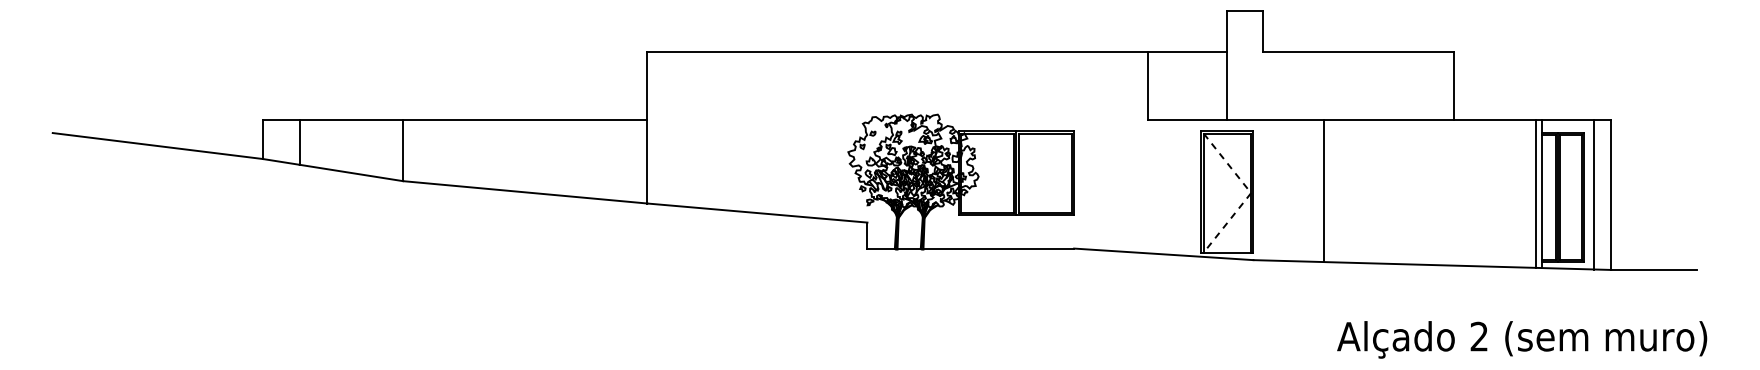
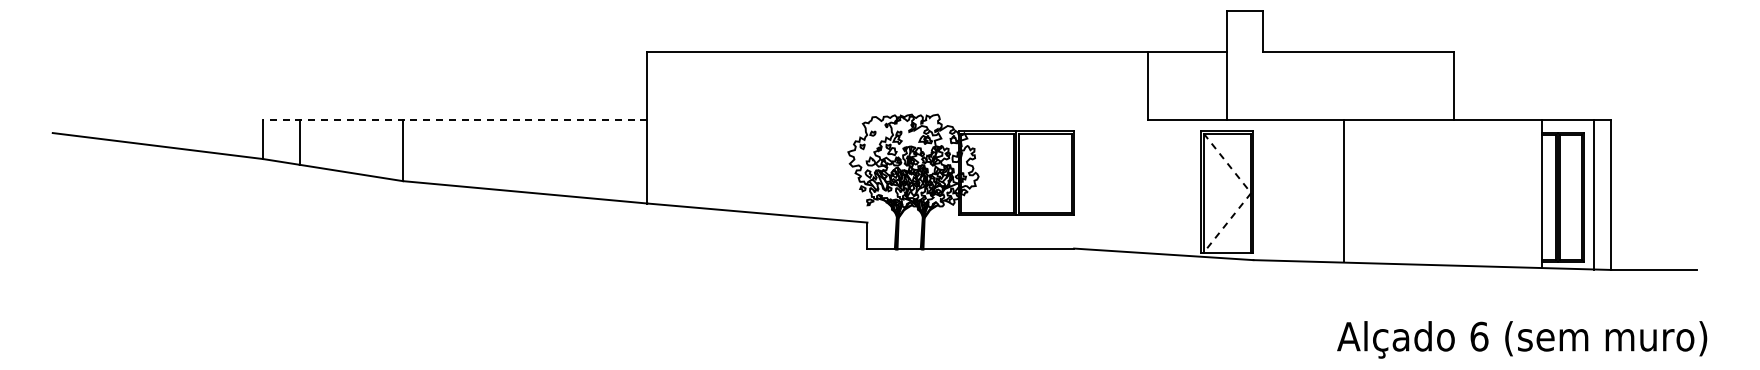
line at (454, 119): solid -> dashed
line at (1324, 190) position: (1324, 190) -> (1344, 190)
line at (1535, 193): present -> none
text at (1479, 336): 2 -> 6
